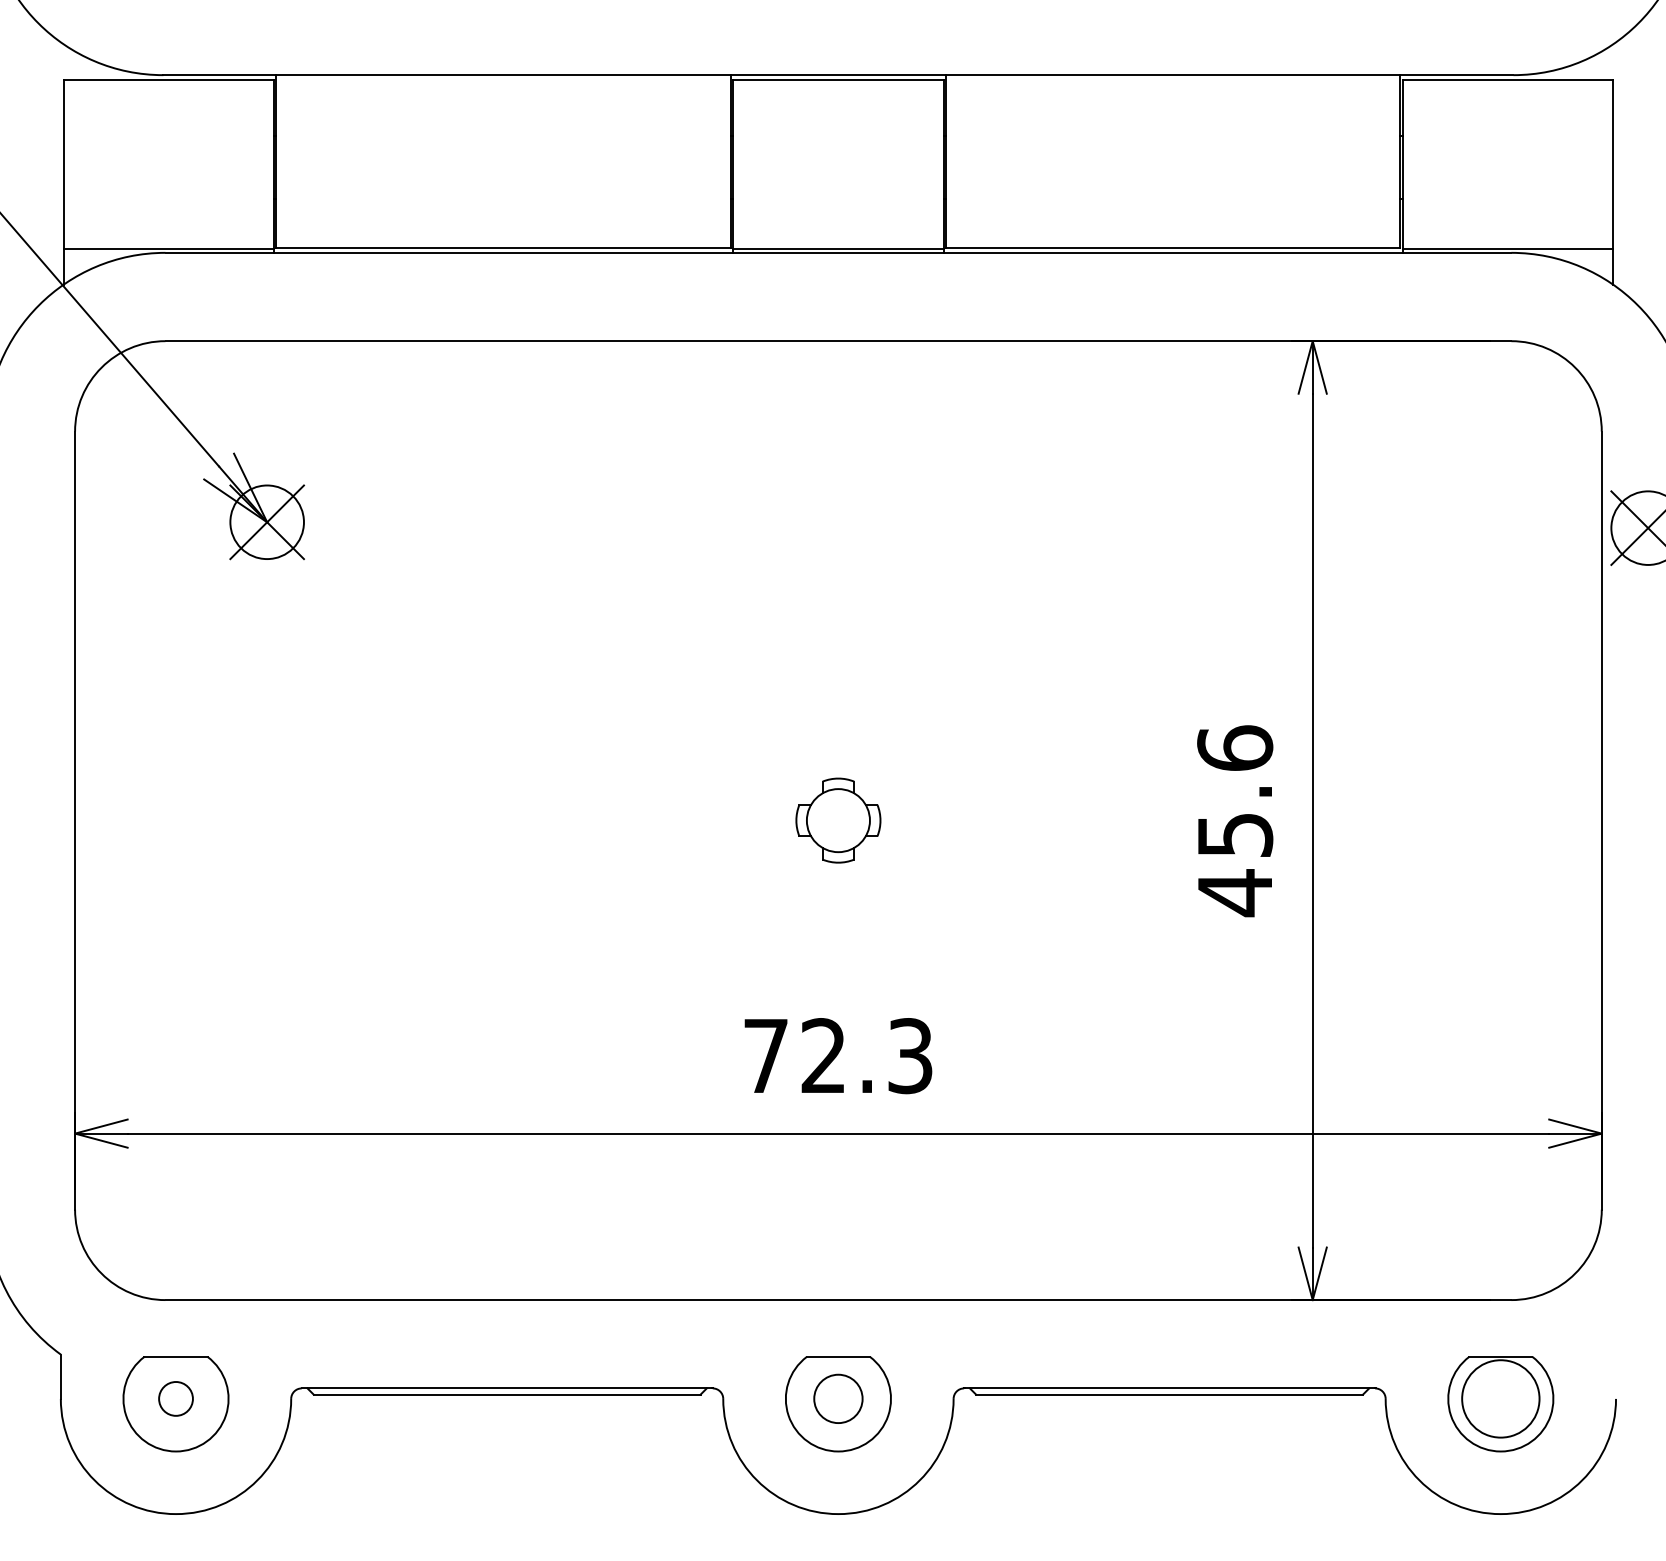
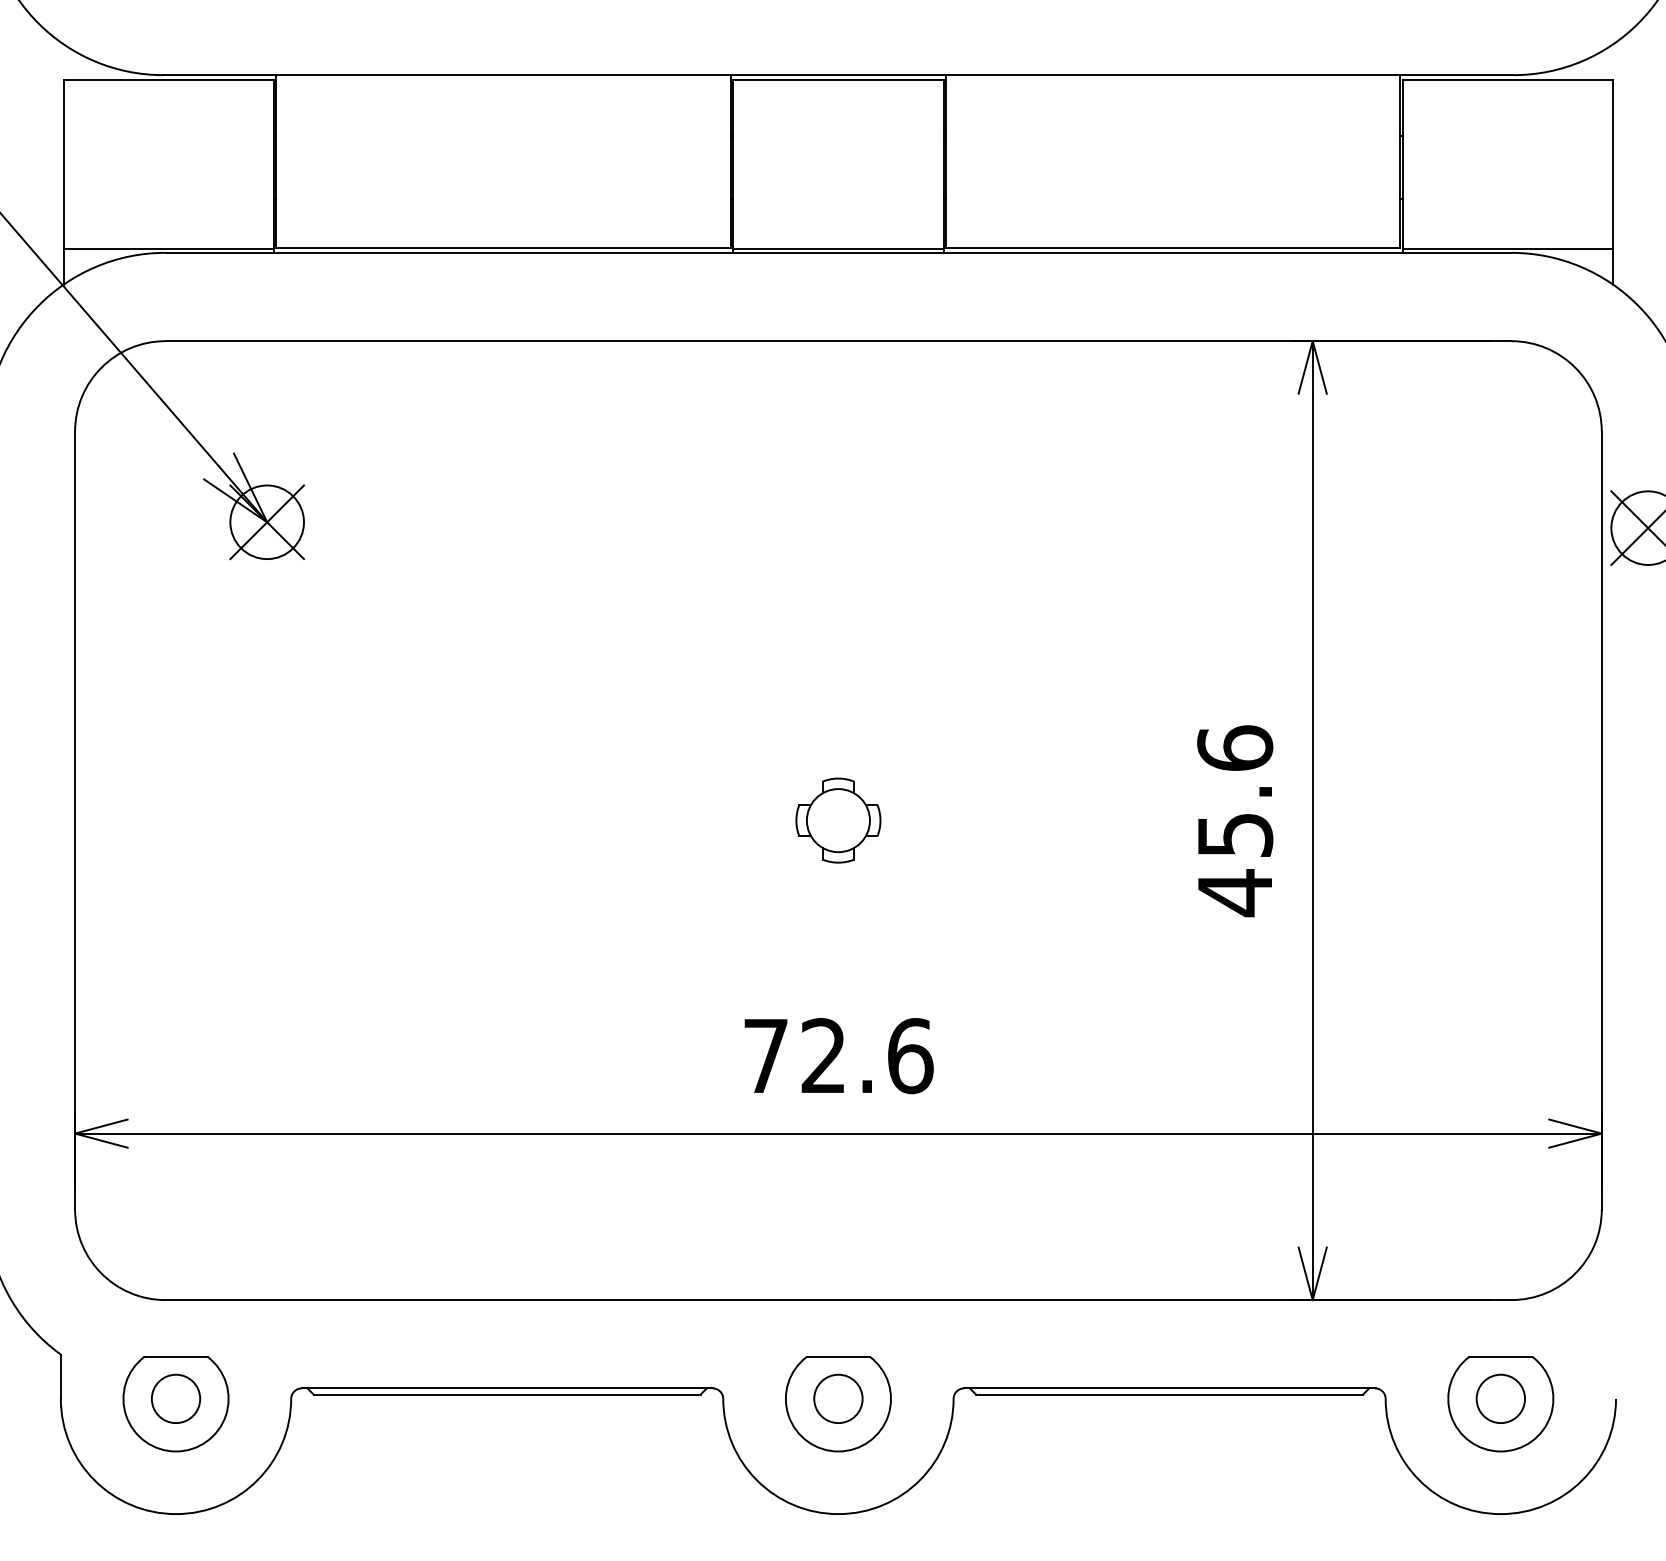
text at (910, 1056): 72.3 -> 72.6
circle at (175, 1398) diameter: 34 px -> 48 px
circle at (1500, 1398) diameter: 77 px -> 48 px
